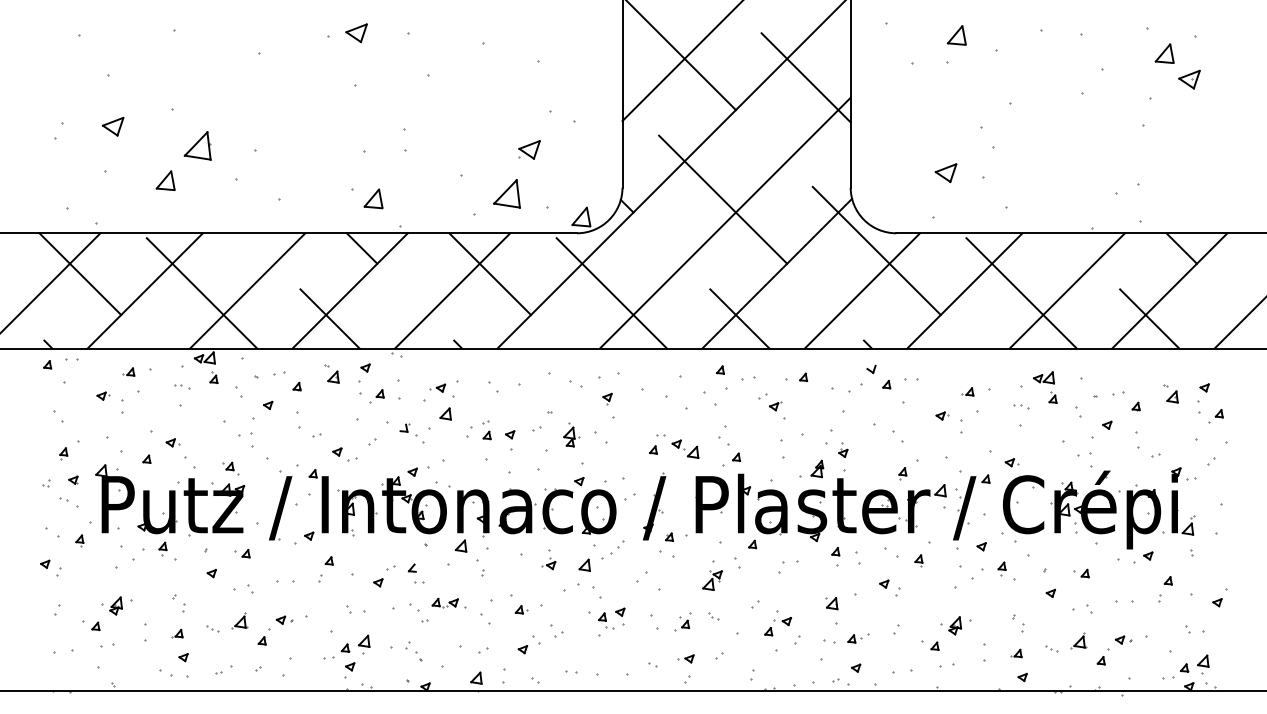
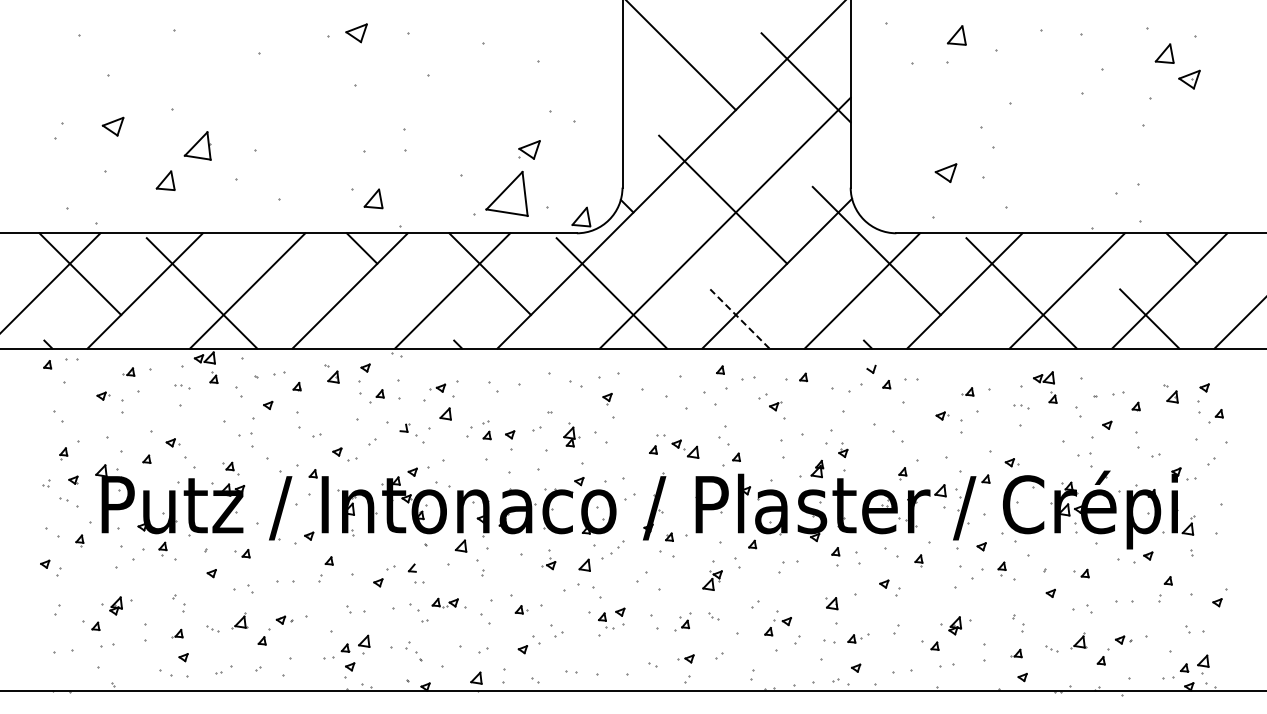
line at (681, 61): present -> none
part at (506, 193) size: 28x30 px -> 44x47 px
line at (329, 318): present -> none
line at (739, 318): solid -> dashed
